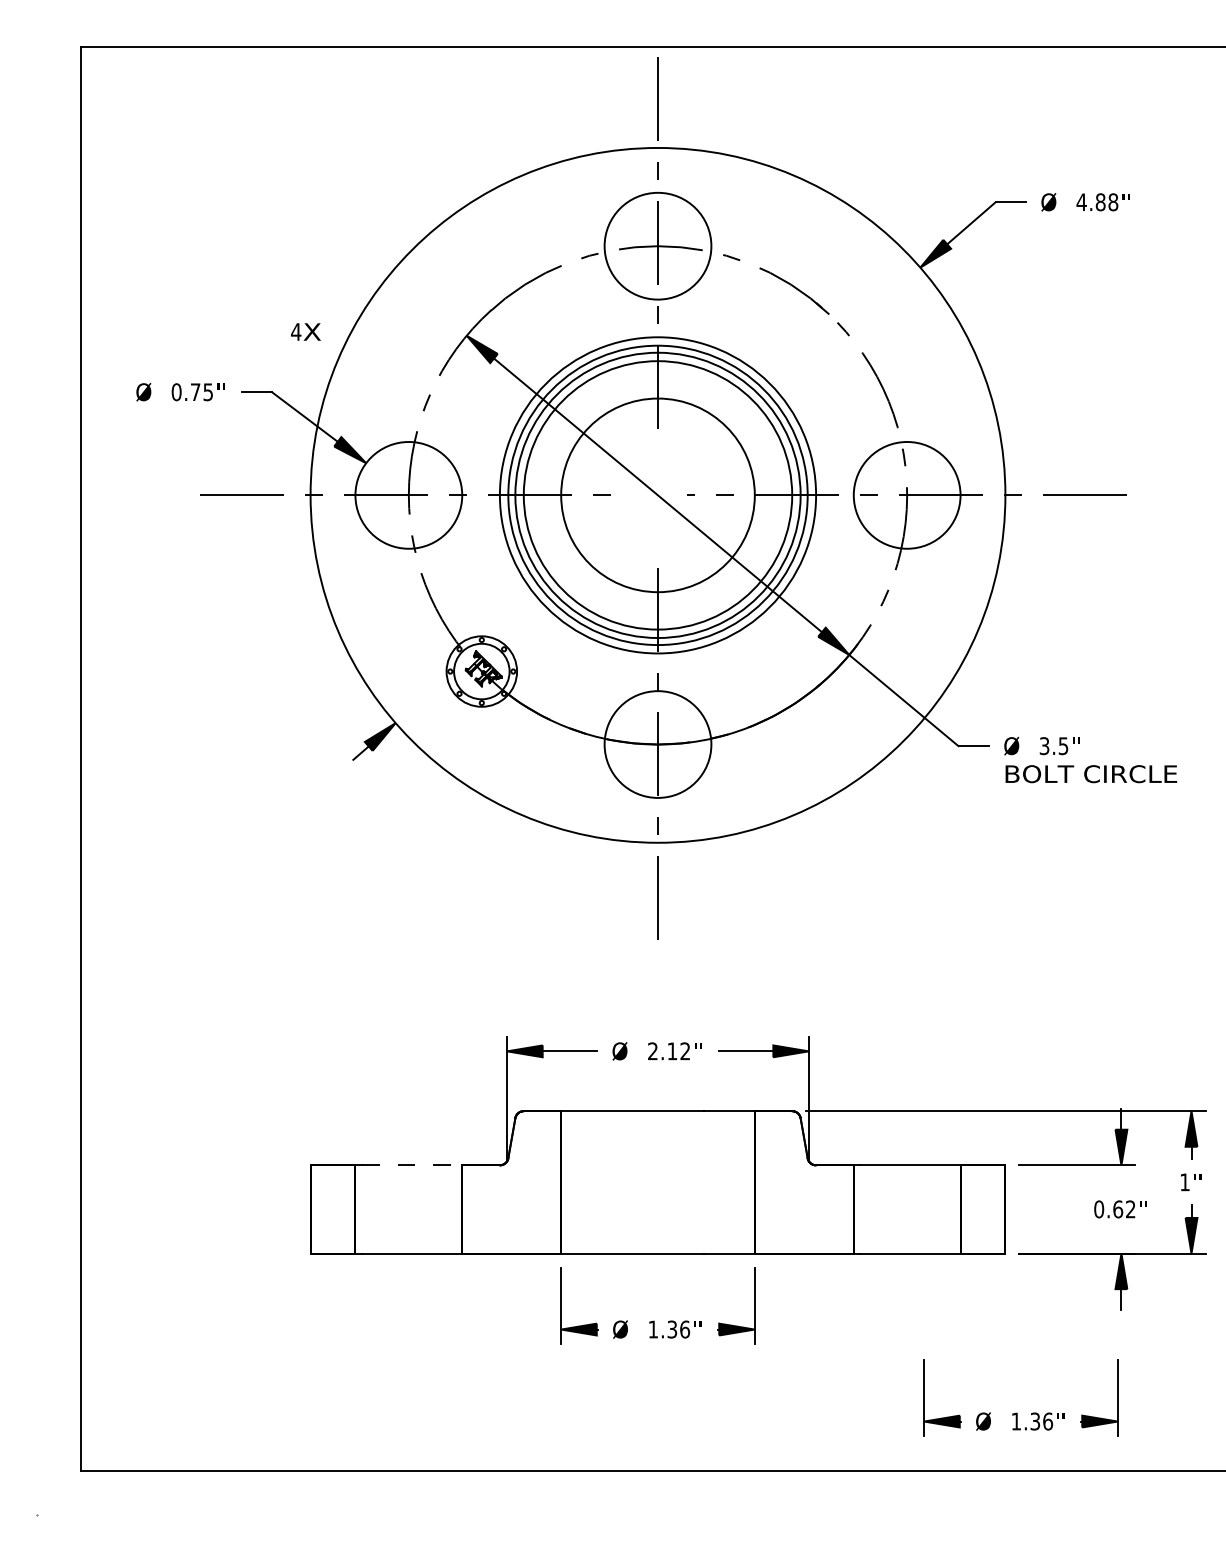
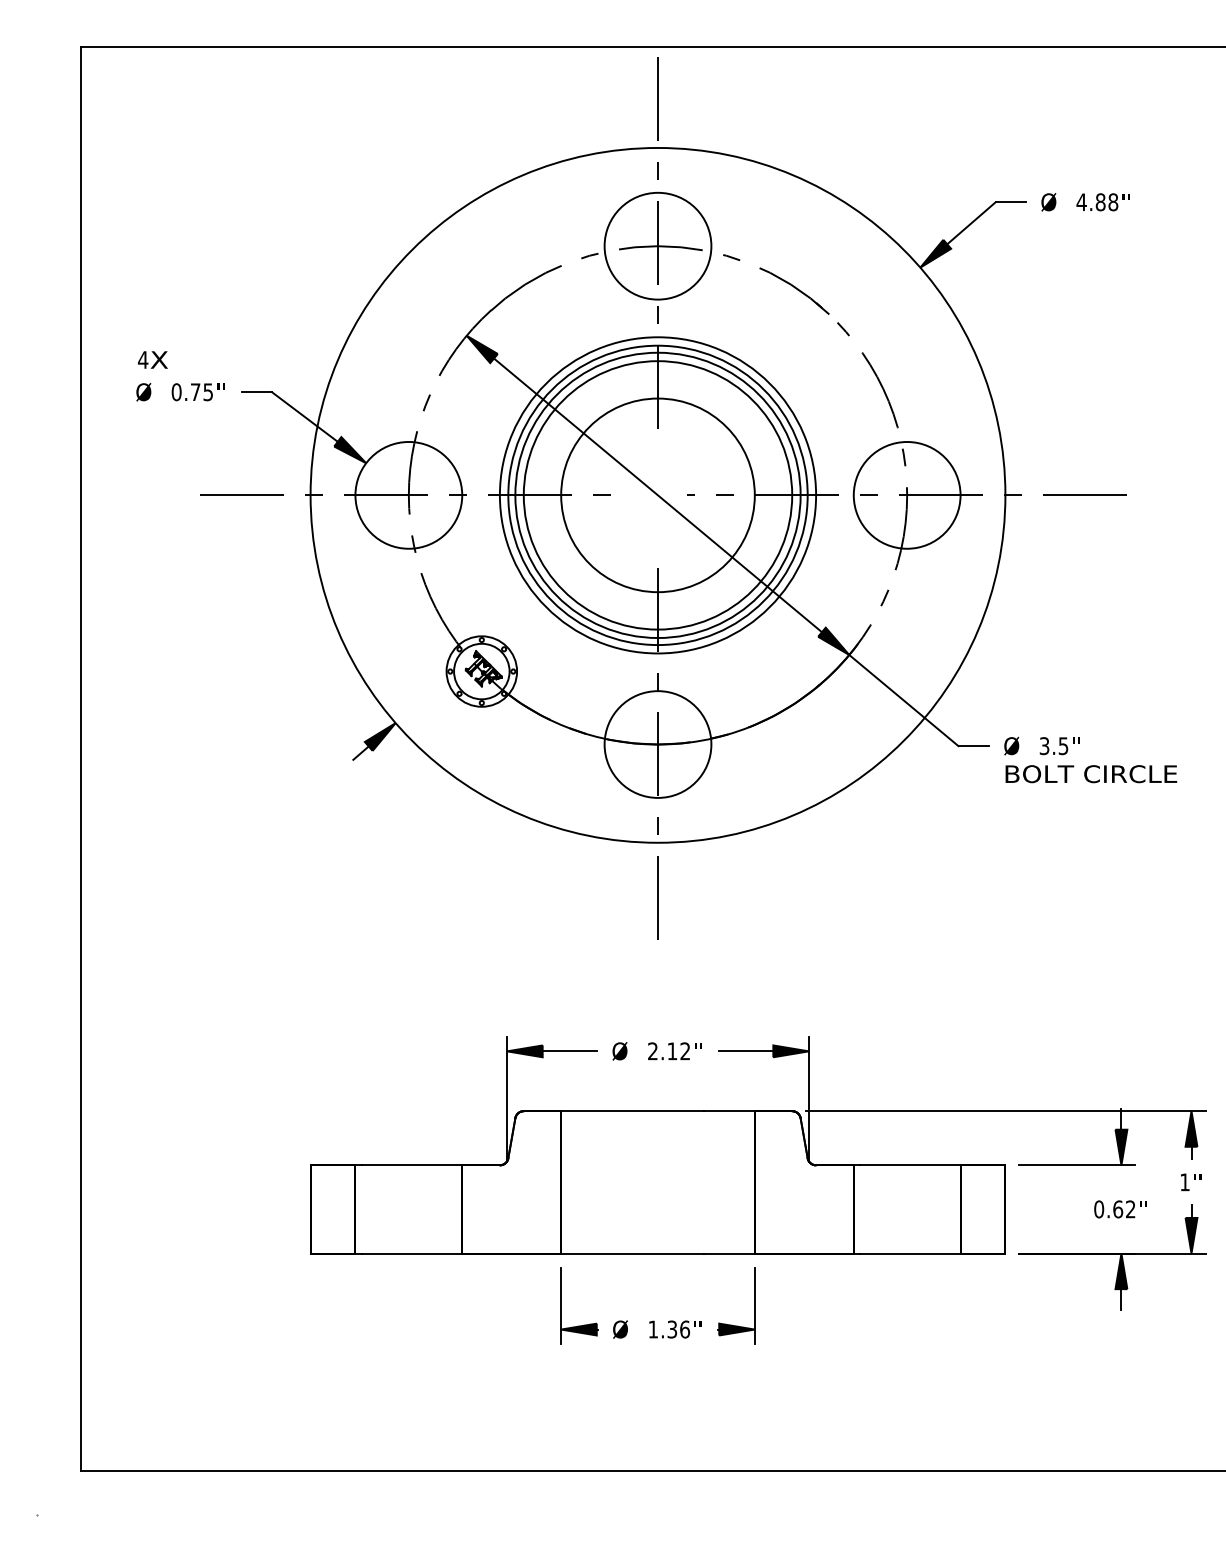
text at (305, 331) position: (305, 331) -> (152, 359)
line at (412, 1165): dashed -> solid
part at (1017, 1412): present -> none
